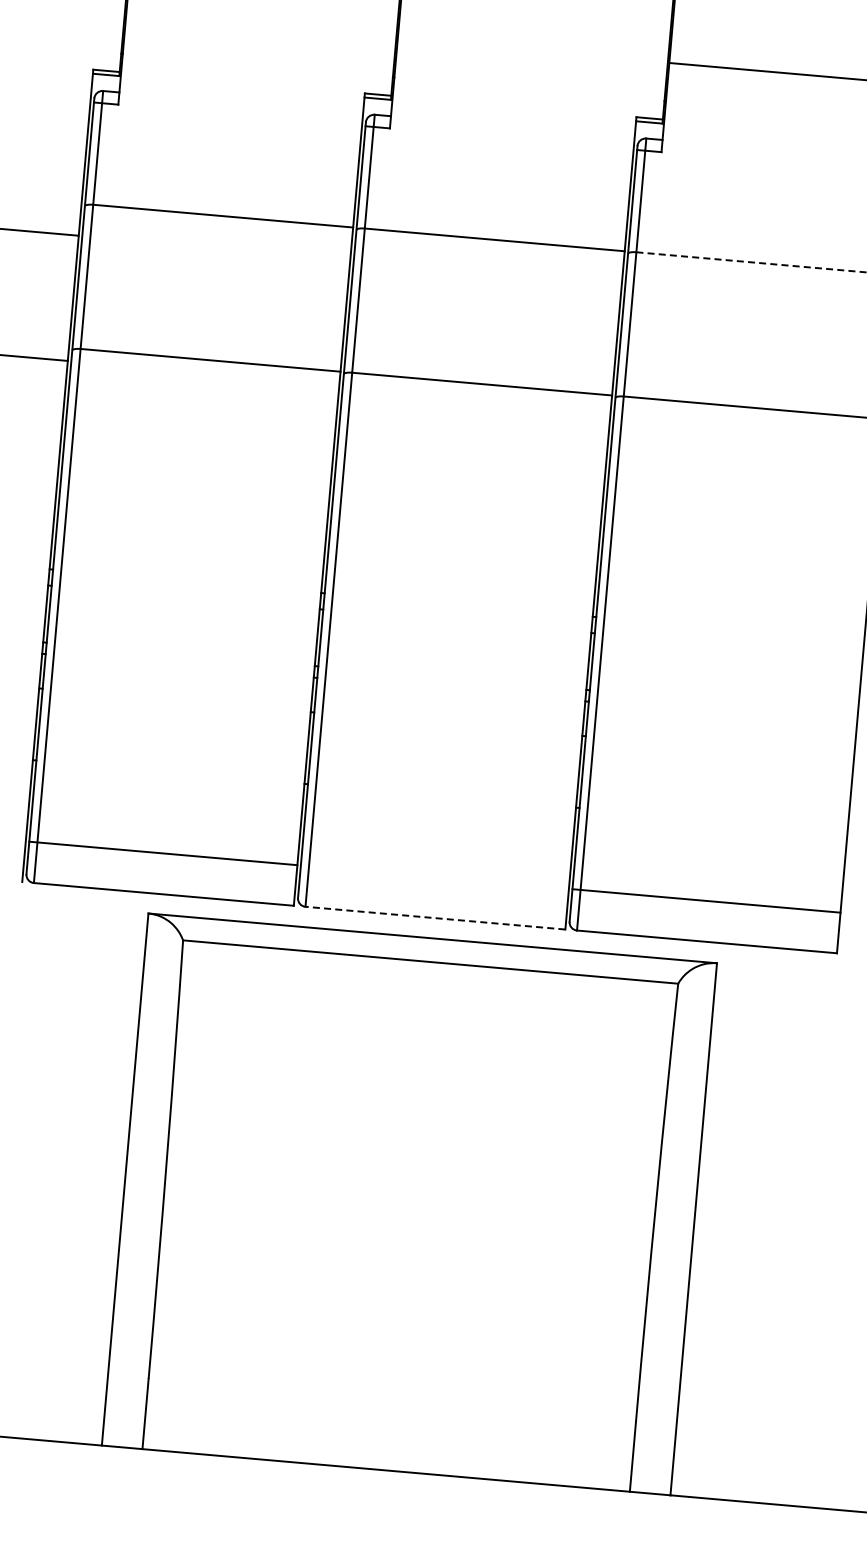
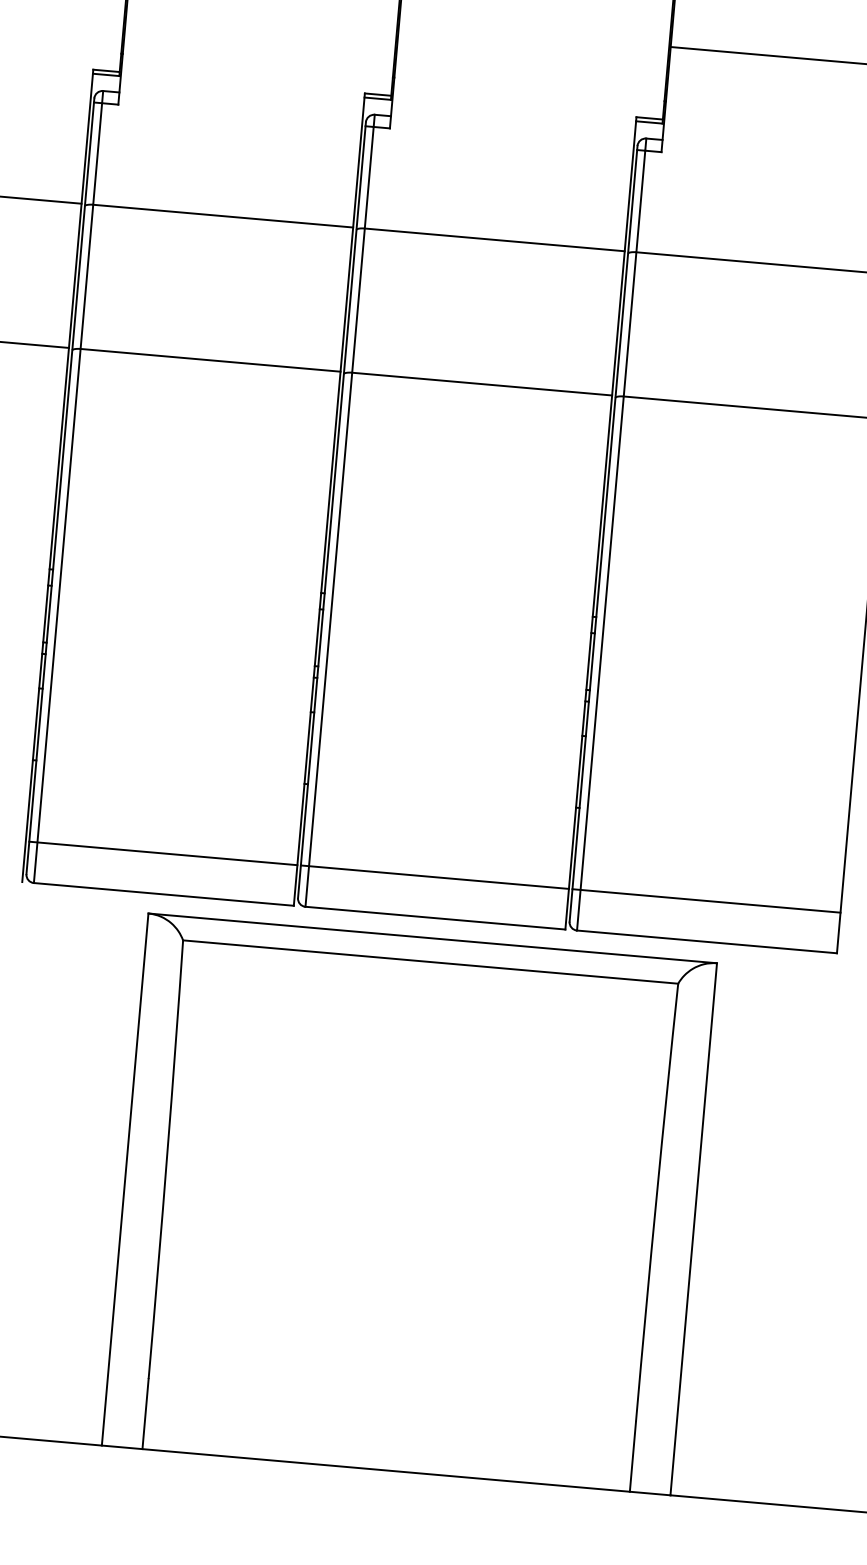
line at (766, 71) position: (766, 71) -> (766, 55)
line at (40, 232) position: (40, 232) -> (41, 199)
line at (751, 262): dashed -> solid
line at (34, 357) position: (34, 357) -> (35, 344)
line at (434, 876): none -> present
line at (434, 918): dashed -> solid
